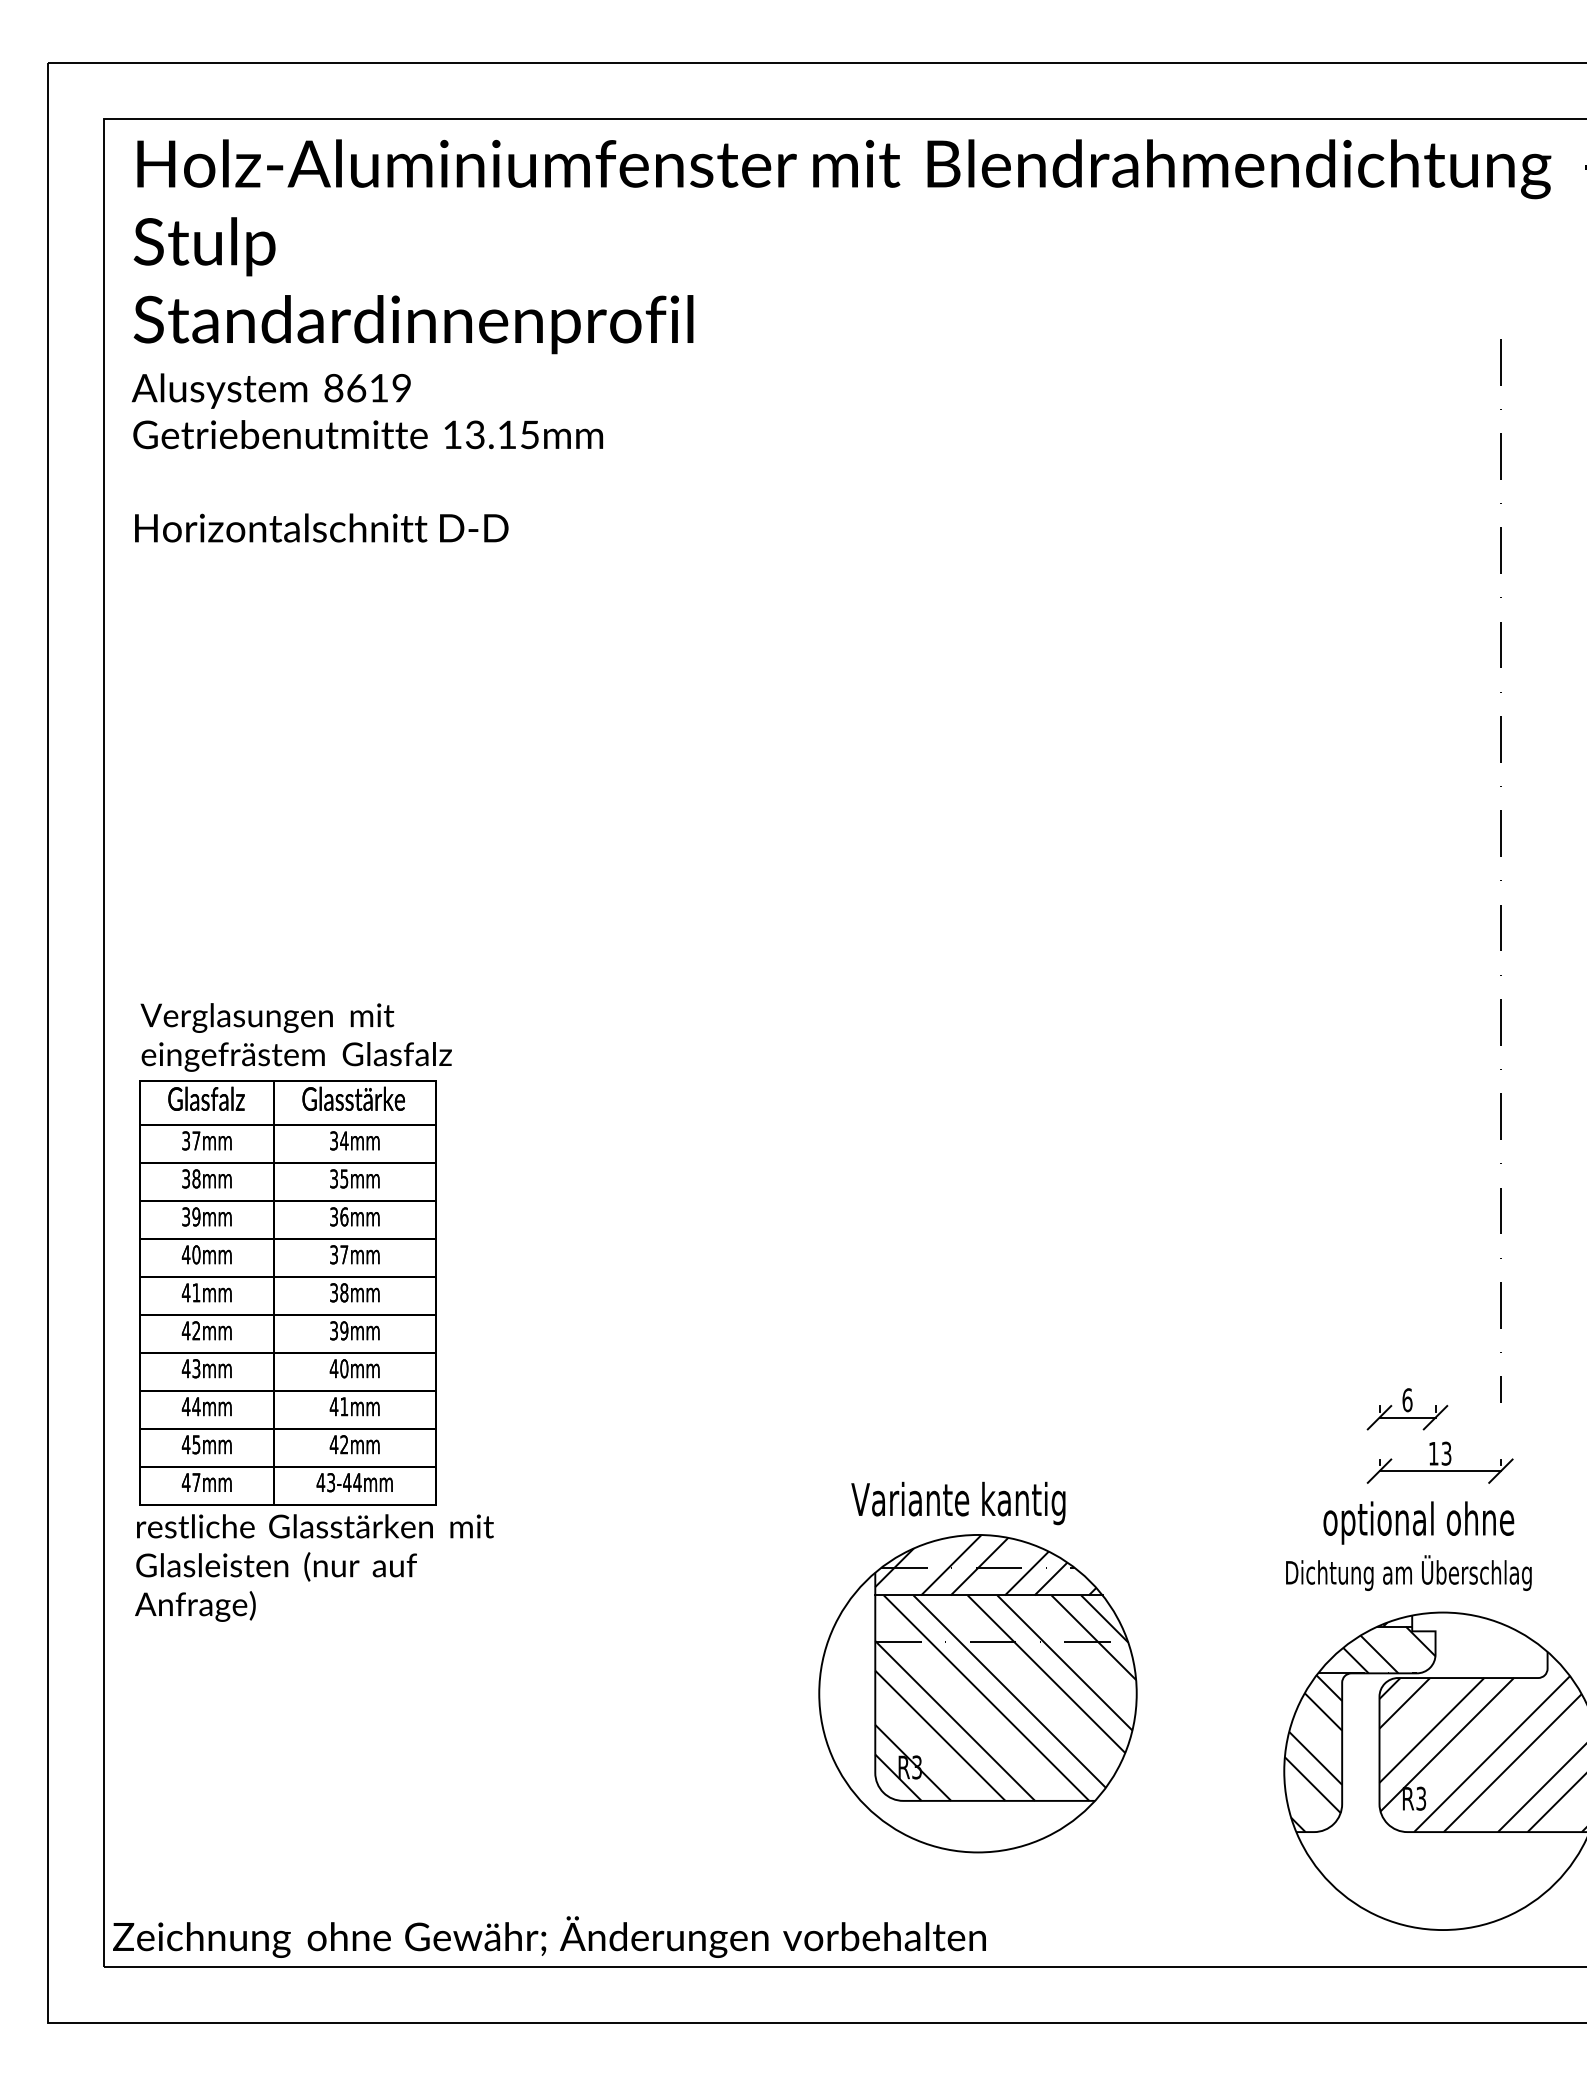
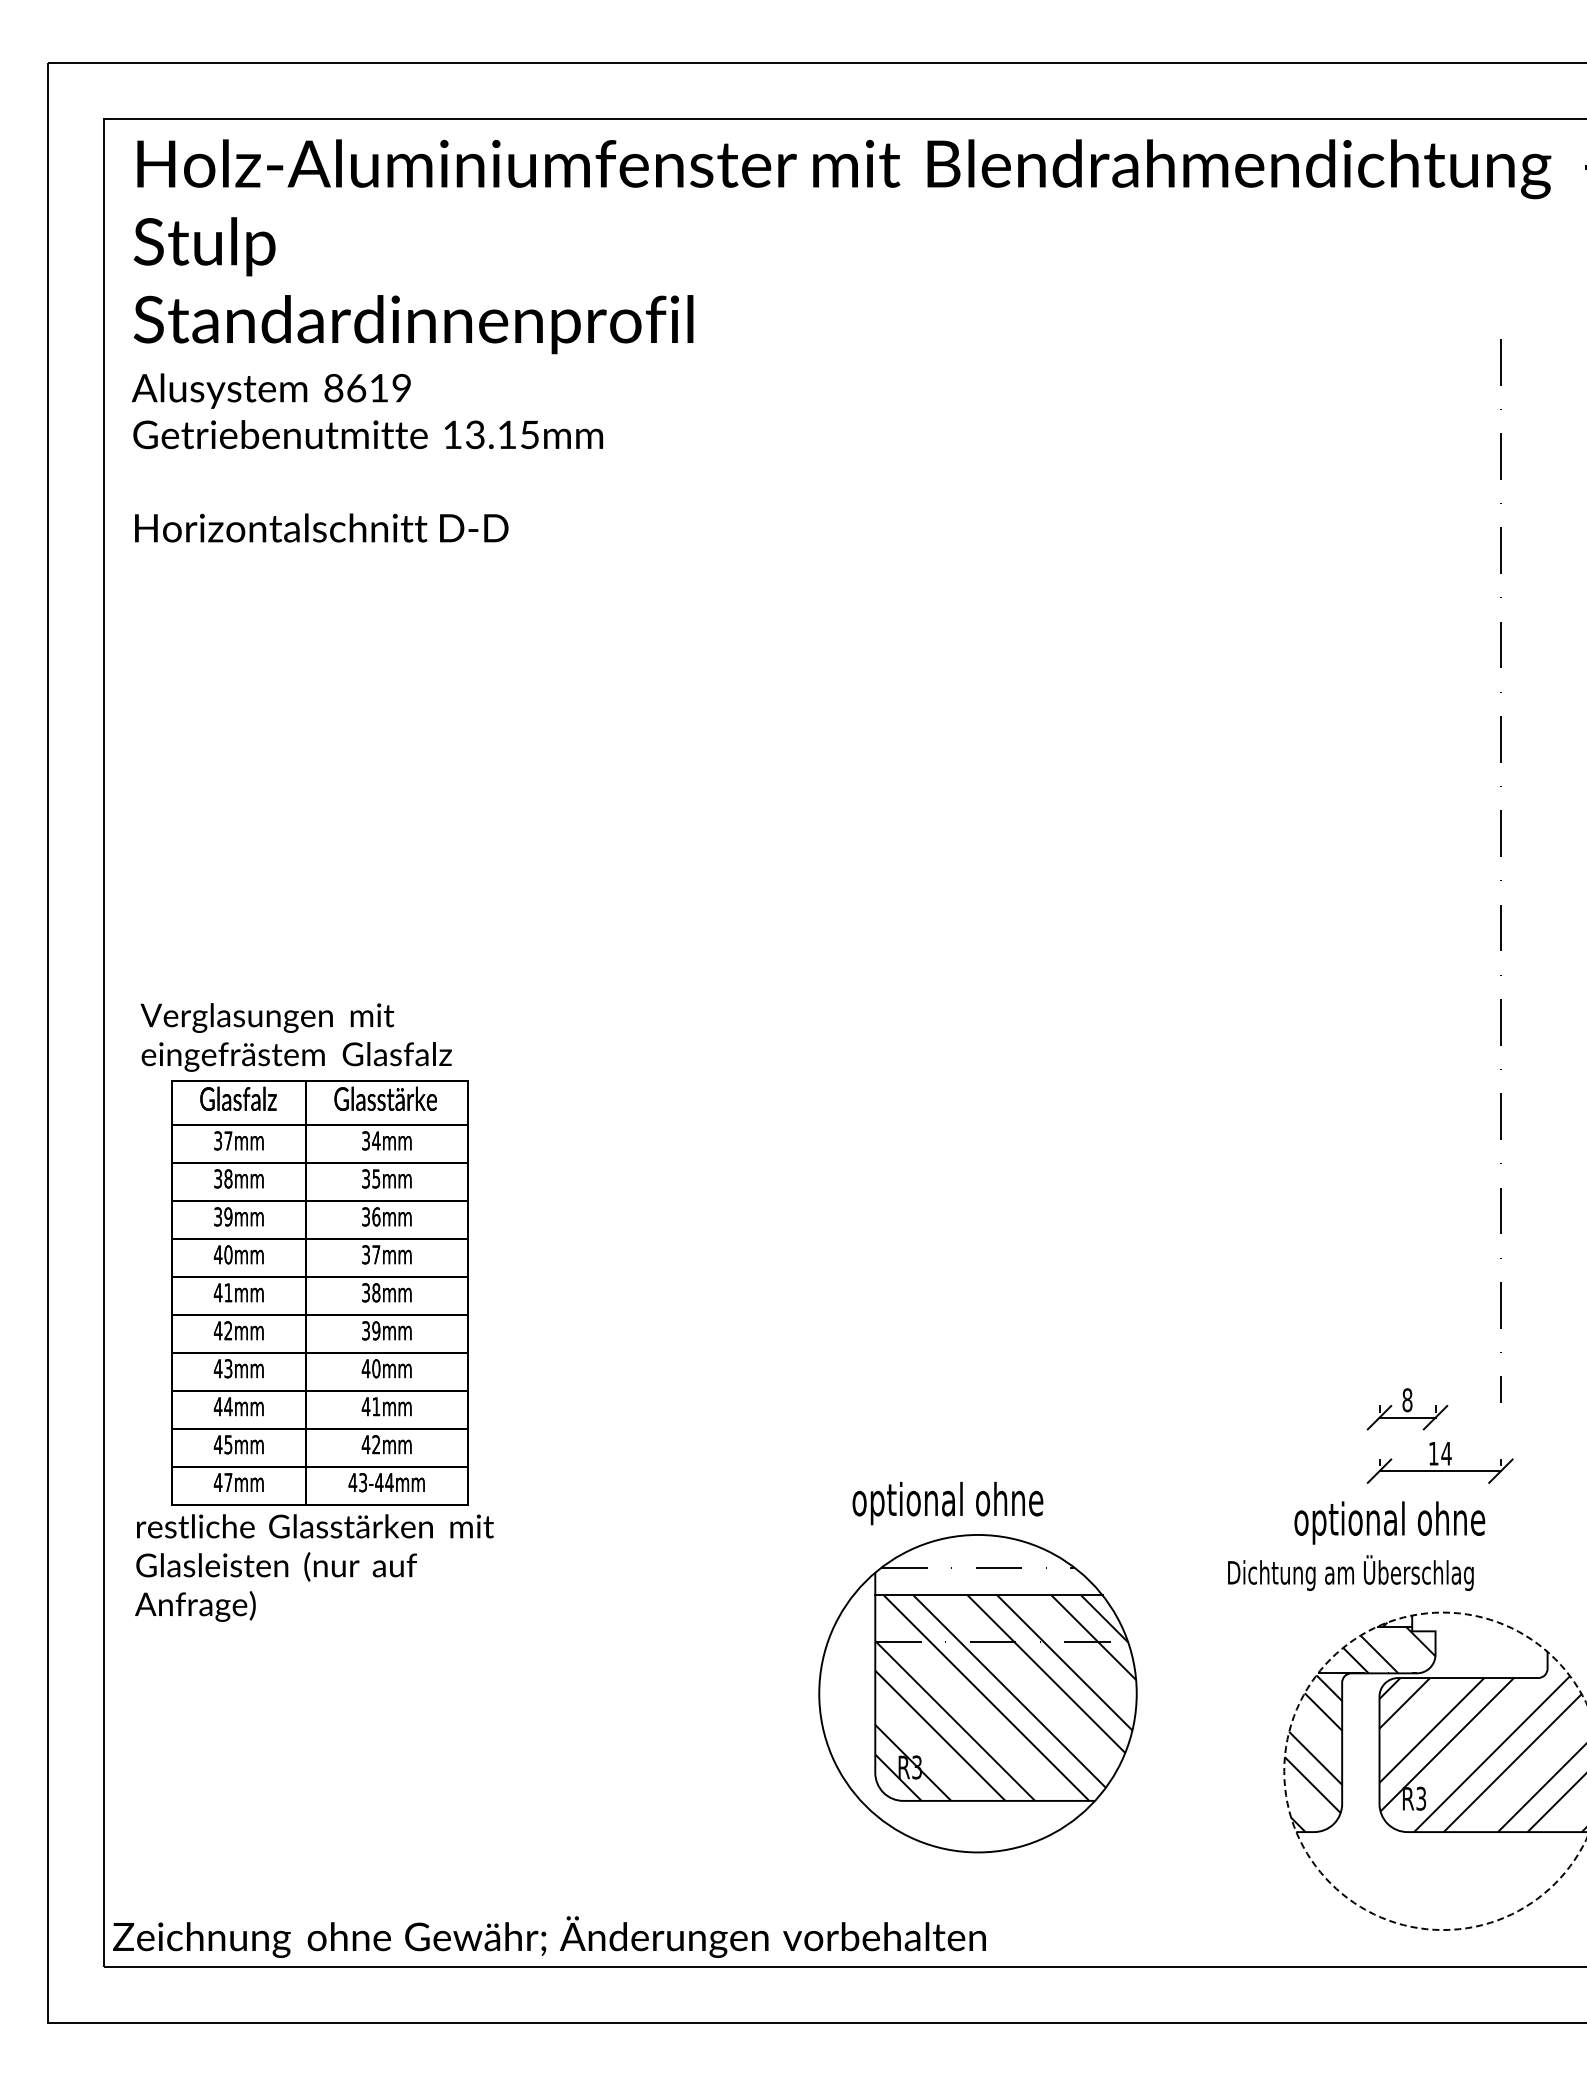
part at (287, 1292) position: (287, 1292) -> (319, 1292)
text at (1407, 1400): 6 -> 8
text at (1446, 1453): 13 -> 14
text at (958, 1503): Variante kantig -> optional ohne
text at (1418, 1522) position: (1418, 1522) -> (1389, 1522)
hatch at (985, 1565): present -> none
text at (1408, 1572) position: (1408, 1572) -> (1350, 1572)
circle at (1435, 1771): solid -> dashed
